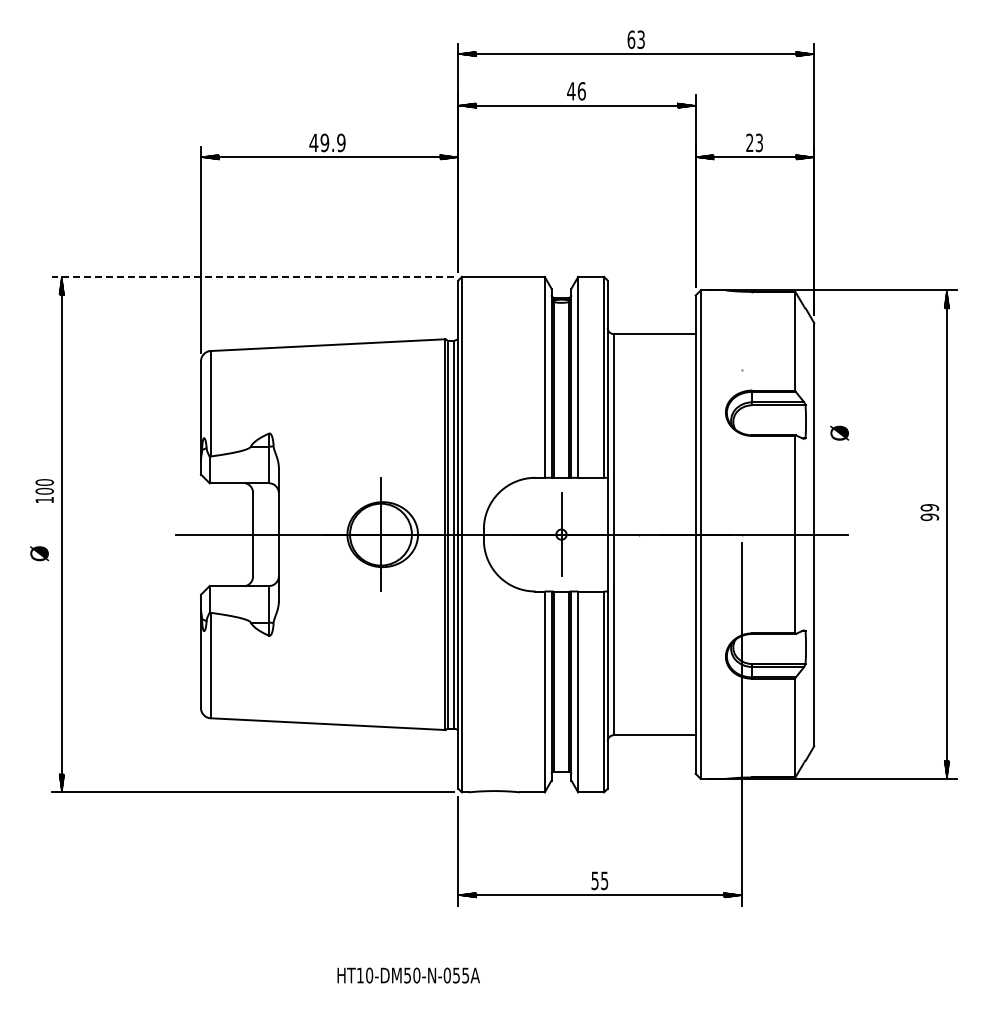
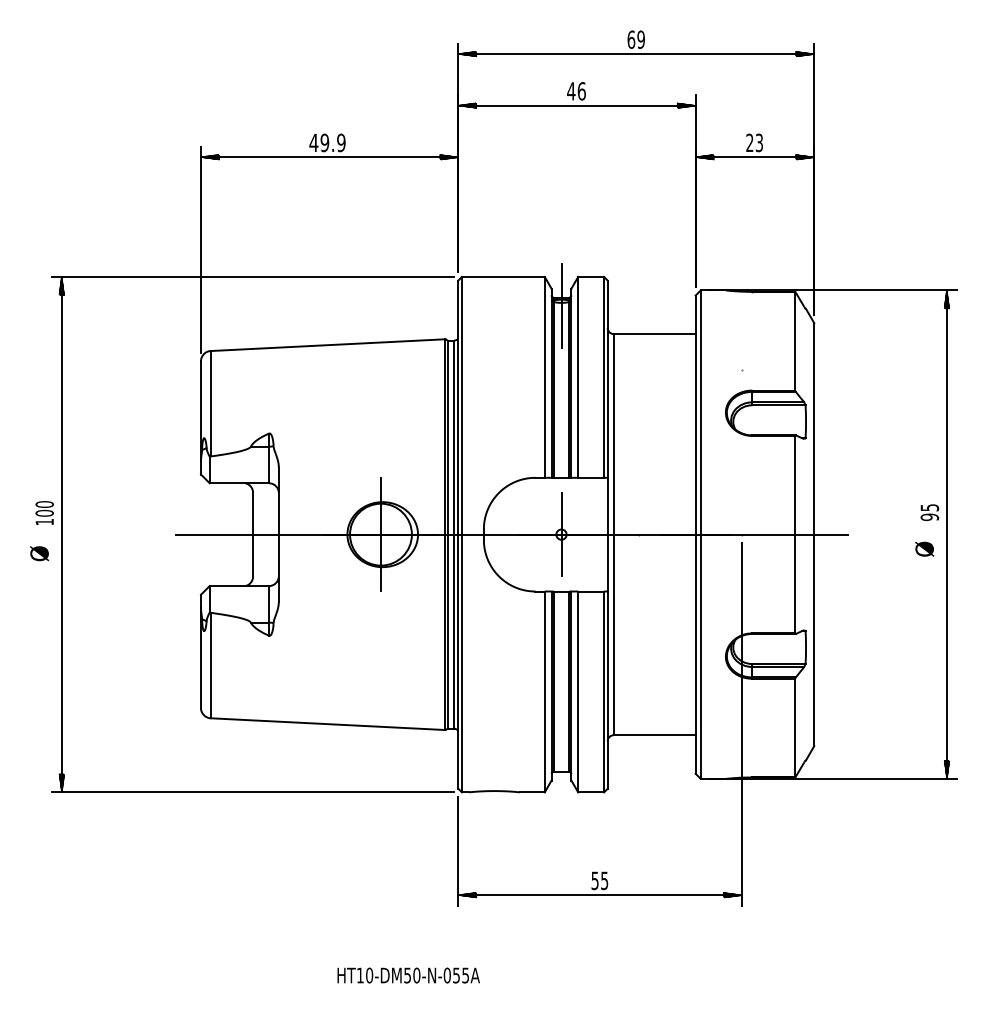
text at (640, 39): 63 -> 69
line at (252, 276): dashed -> solid
line at (561, 305): none -> present
text at (839, 432) position: (839, 432) -> (924, 548)
text at (44, 490) position: (44, 490) -> (44, 512)
text at (929, 507): 99 -> 95
